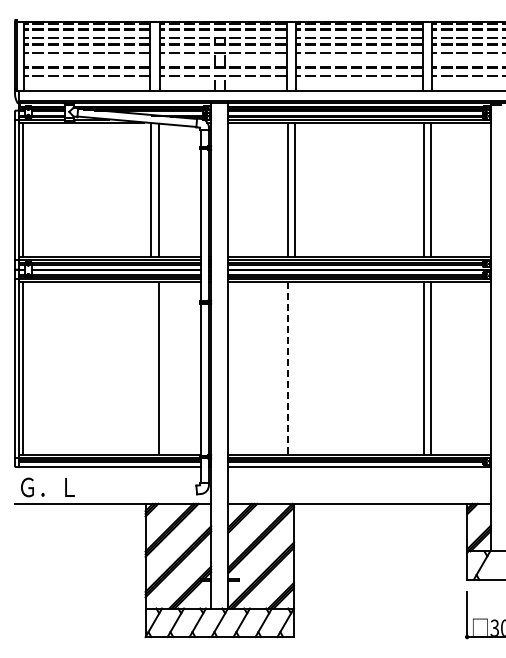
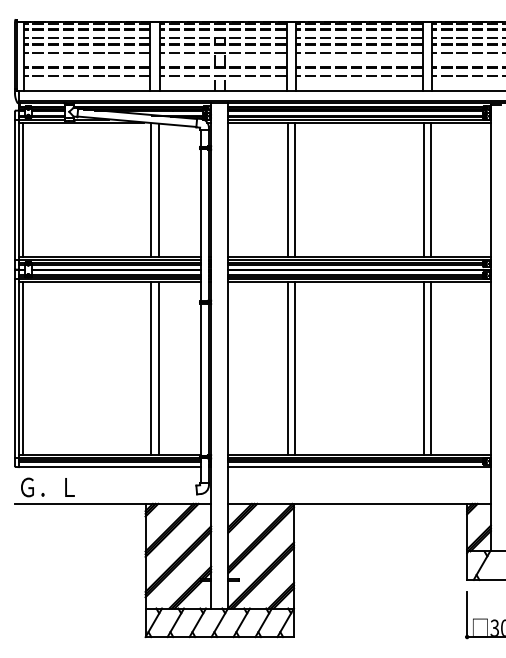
line at (151, 368): none -> present
line at (287, 368): dashed -> solid
line at (295, 368): none -> present
